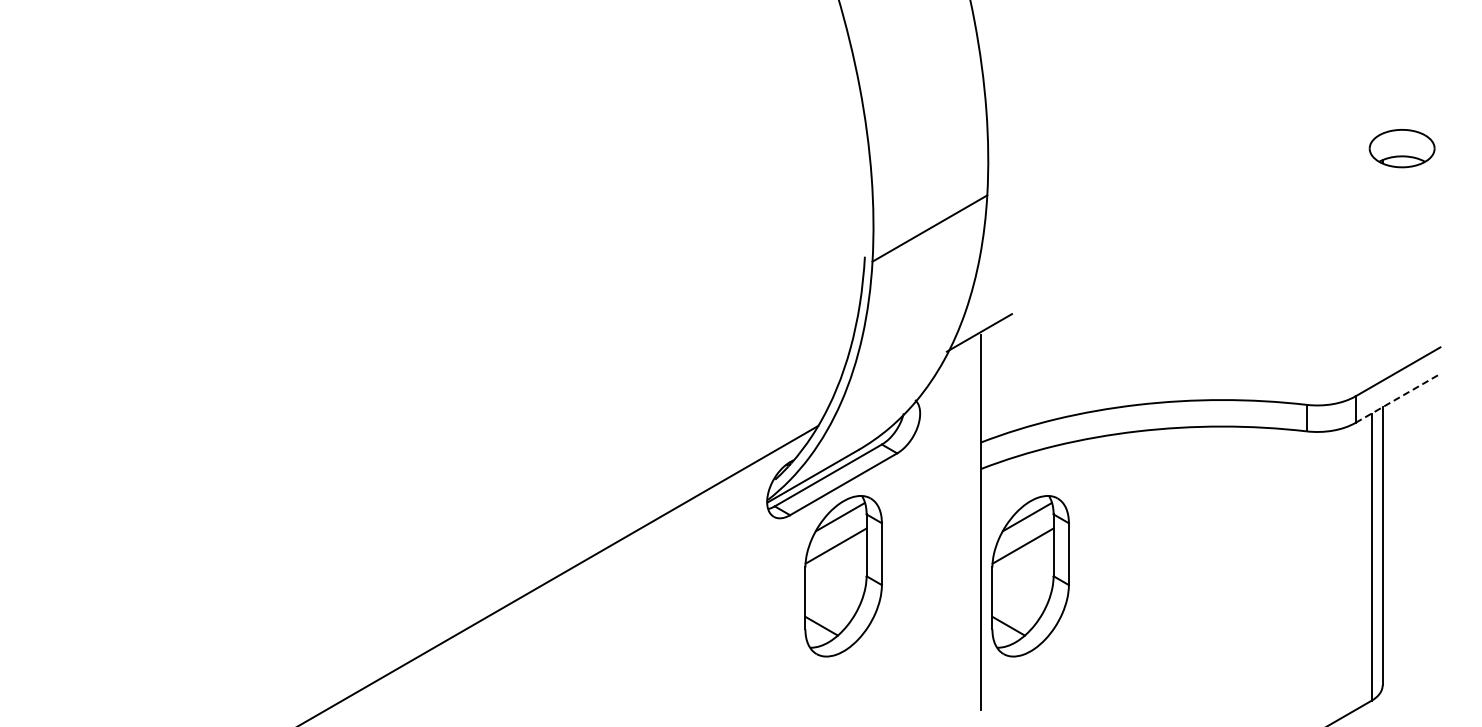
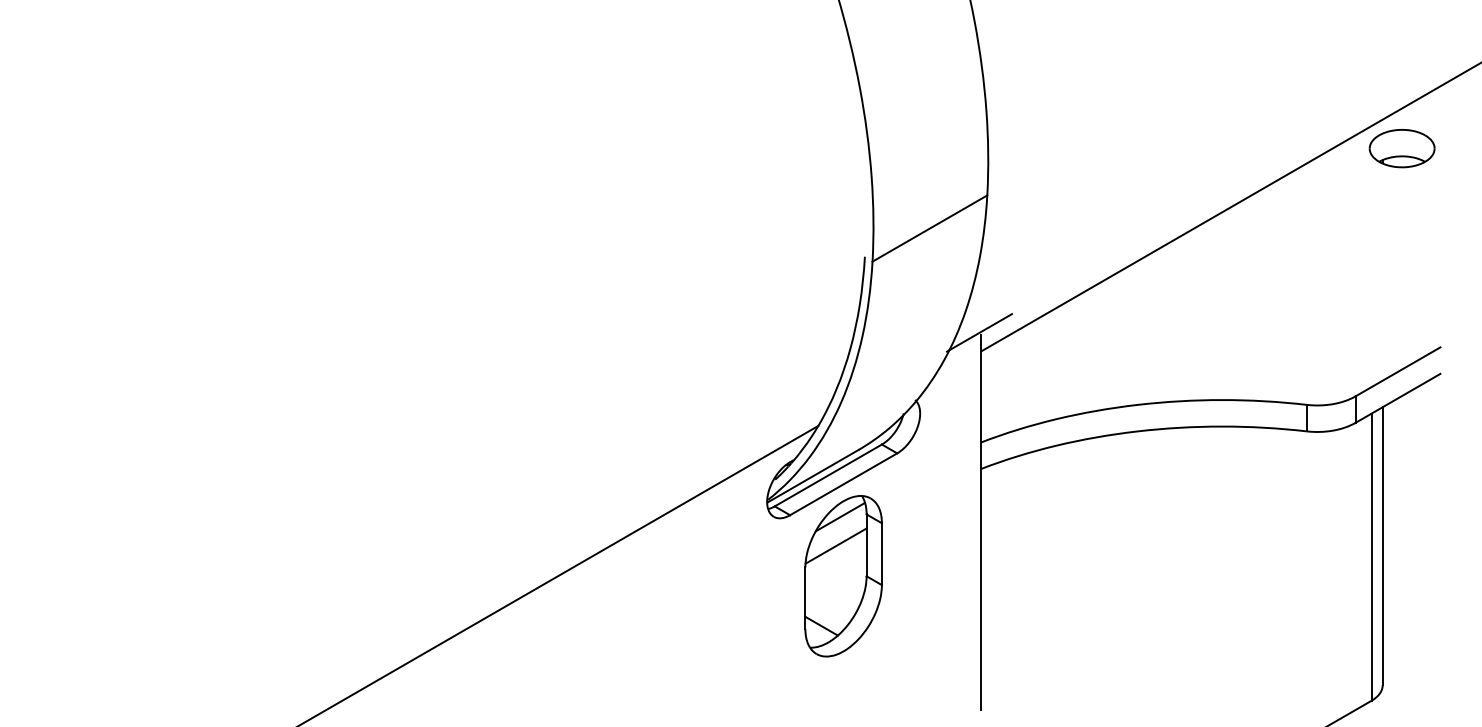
line at (1229, 207): none -> present
line at (1398, 398): dashed -> solid
part at (1030, 576): present -> none
